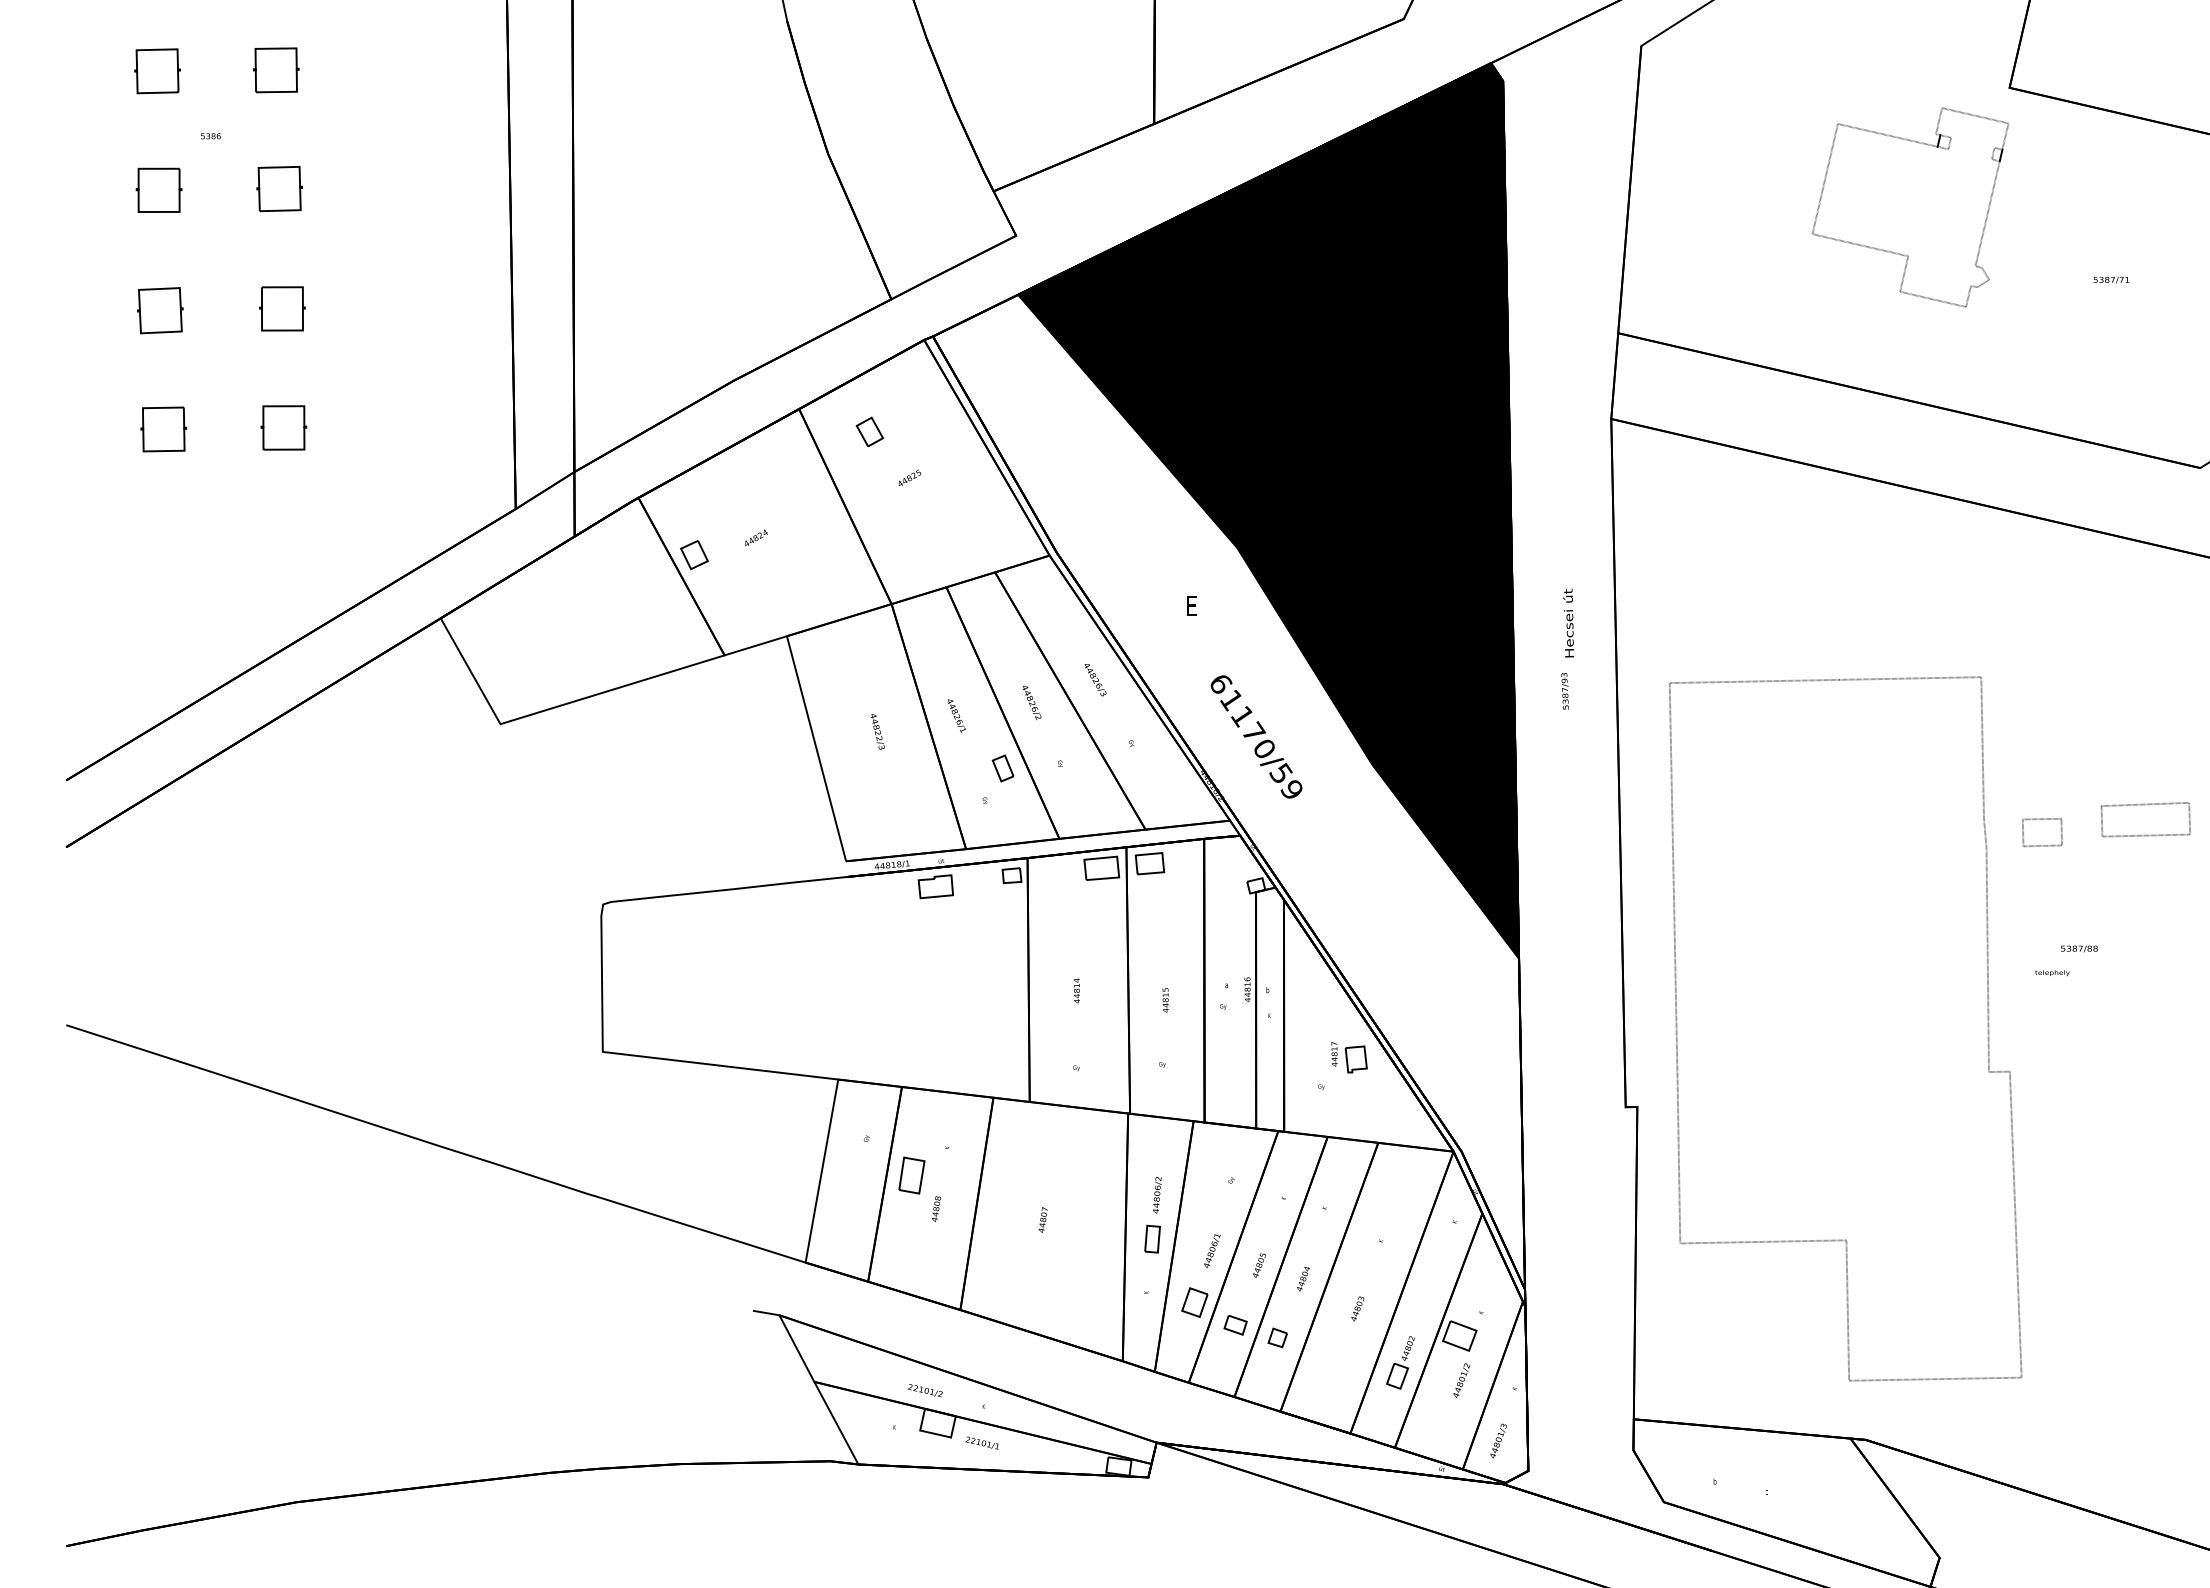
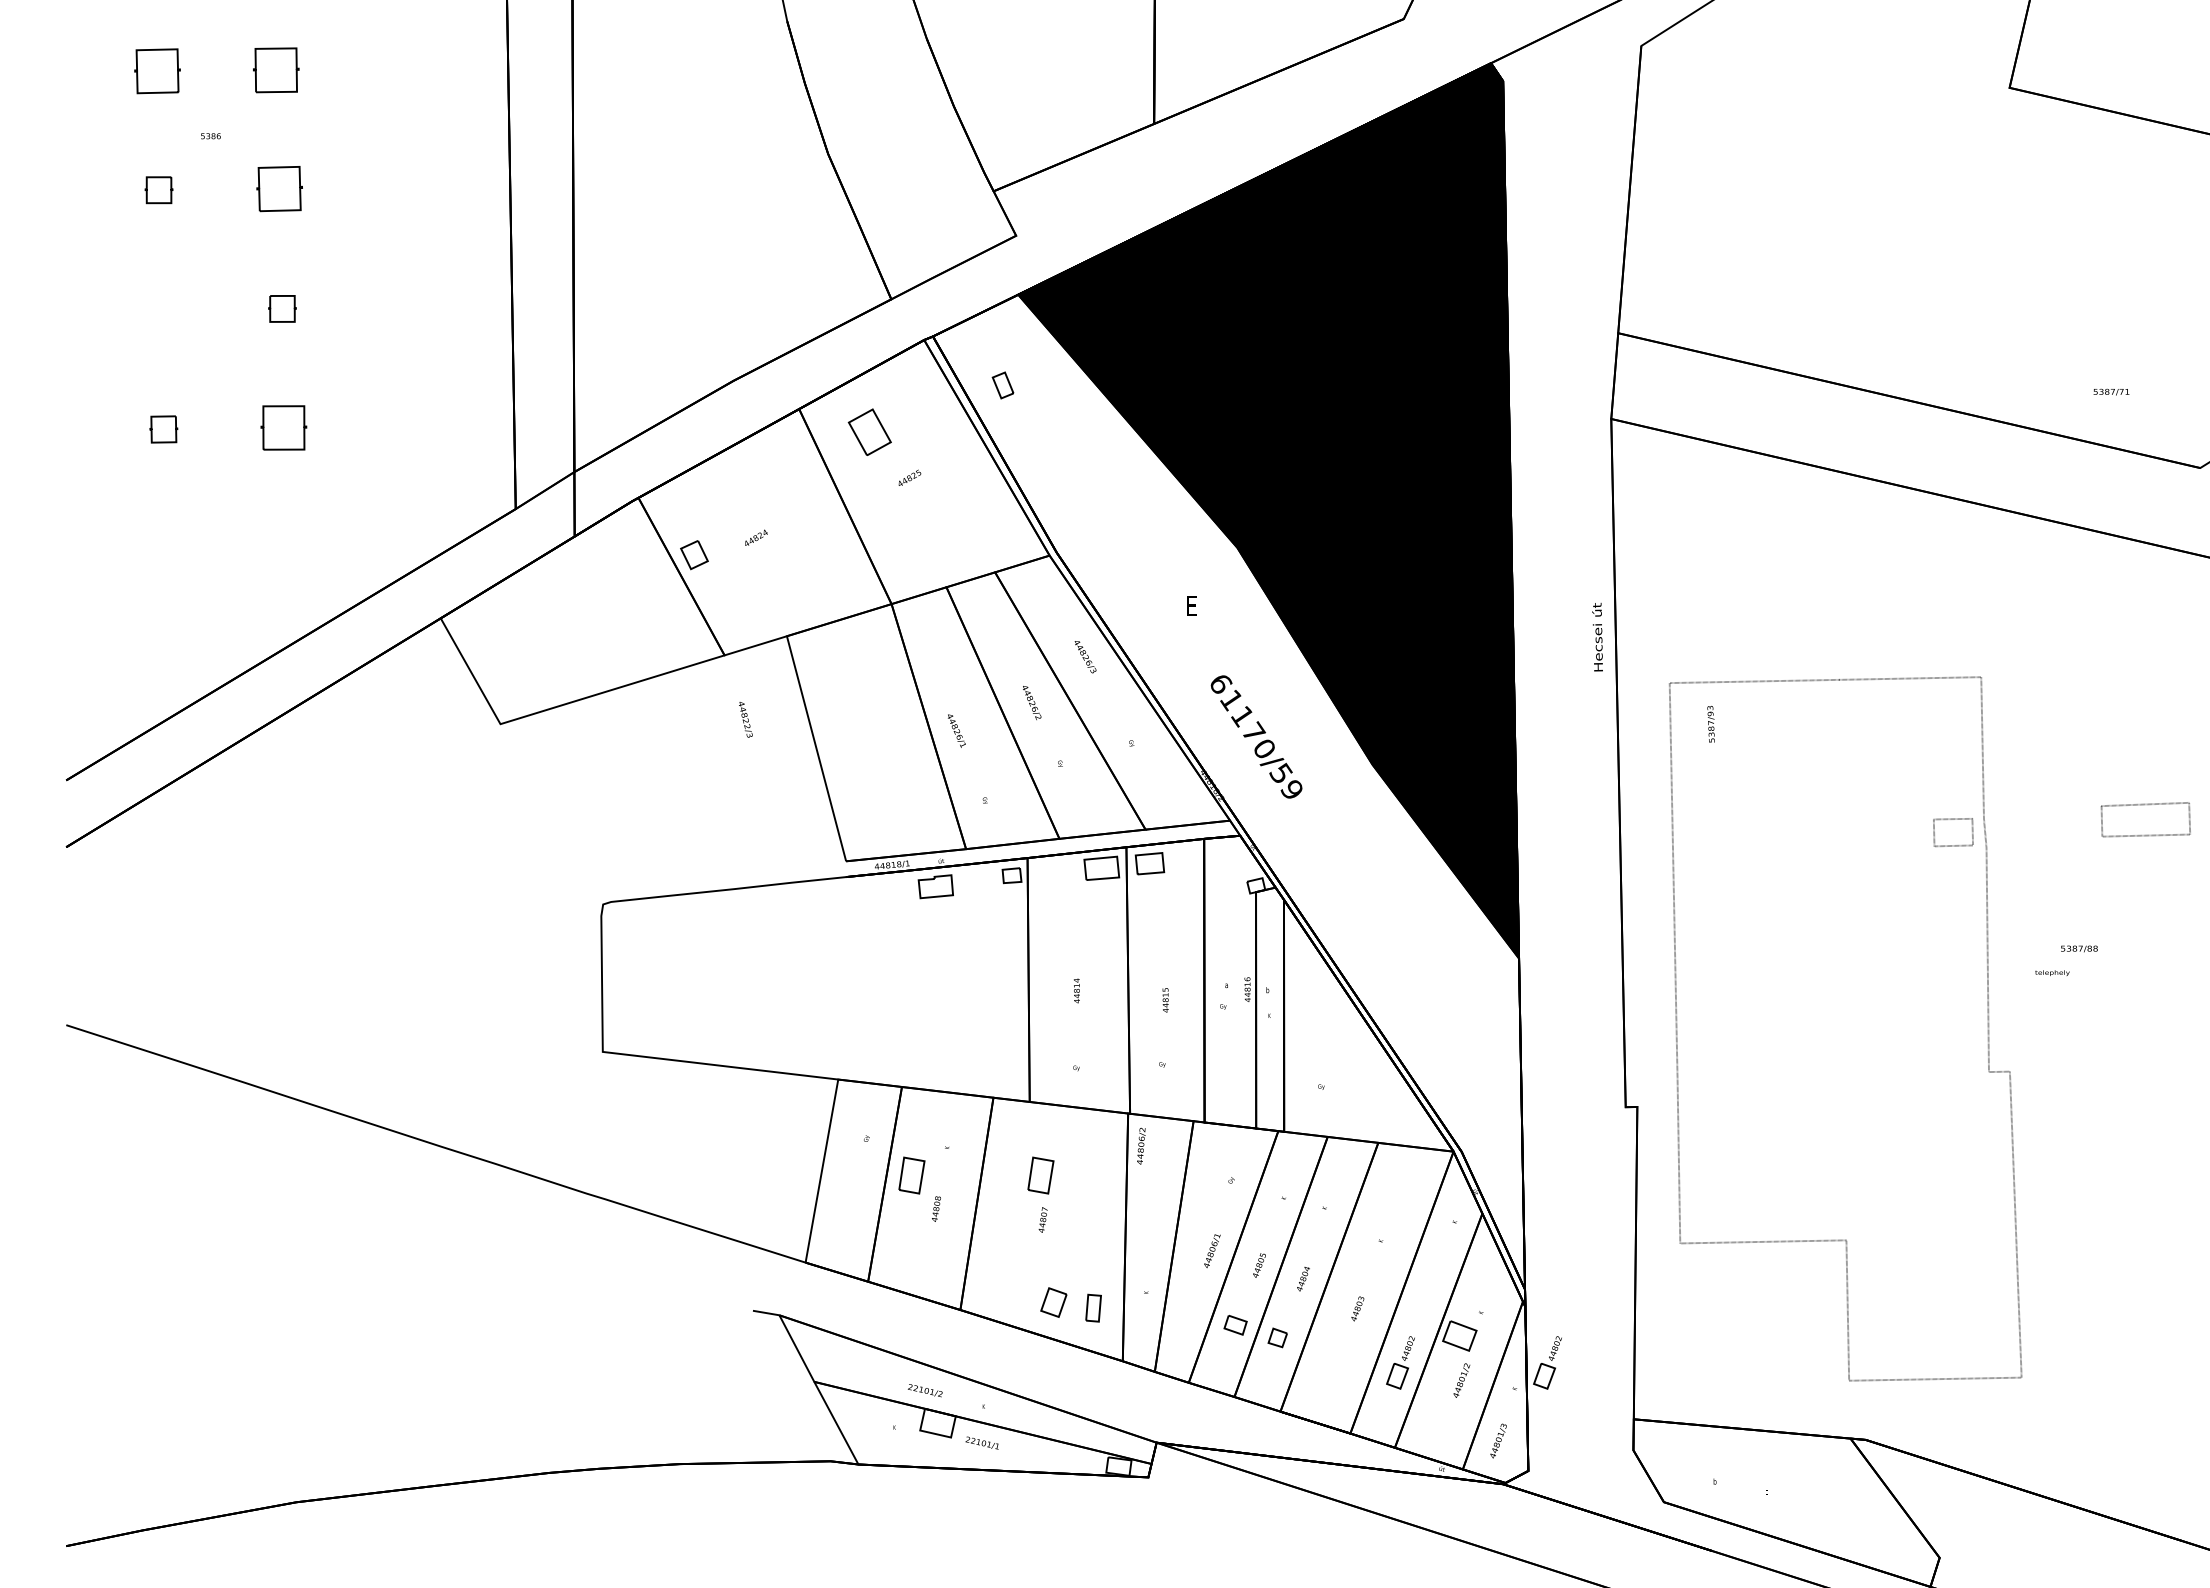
part at (158, 189) size: 48x46 px -> 30x29 px
part at (1910, 207): present -> none
text at (2111, 279) position: (2111, 279) -> (2111, 391)
part at (282, 308) size: 47x46 px -> 29x28 px
part at (160, 310): present -> none
part at (163, 429) size: 48x47 px -> 30x29 px
part at (869, 431) size: 30x31 px -> 45x48 px
text at (1568, 623) position: (1568, 623) -> (1597, 637)
text at (1095, 680) position: (1095, 680) -> (1085, 657)
text at (1564, 691) position: (1564, 691) -> (1710, 724)
text at (956, 715) position: (956, 715) -> (956, 730)
text at (877, 731) position: (877, 731) -> (745, 719)
part at (1002, 768) position: (1002, 768) -> (1002, 385)
part at (2042, 832) position: (2042, 832) -> (1953, 832)
part at (1349, 1057): present -> none
part at (1040, 1175): none -> present
text at (1157, 1194) position: (1157, 1194) -> (1141, 1145)
part at (1152, 1238) position: (1152, 1238) -> (1093, 1307)
part at (1194, 1302) position: (1194, 1302) -> (1053, 1302)
part at (1547, 1362): none -> present
